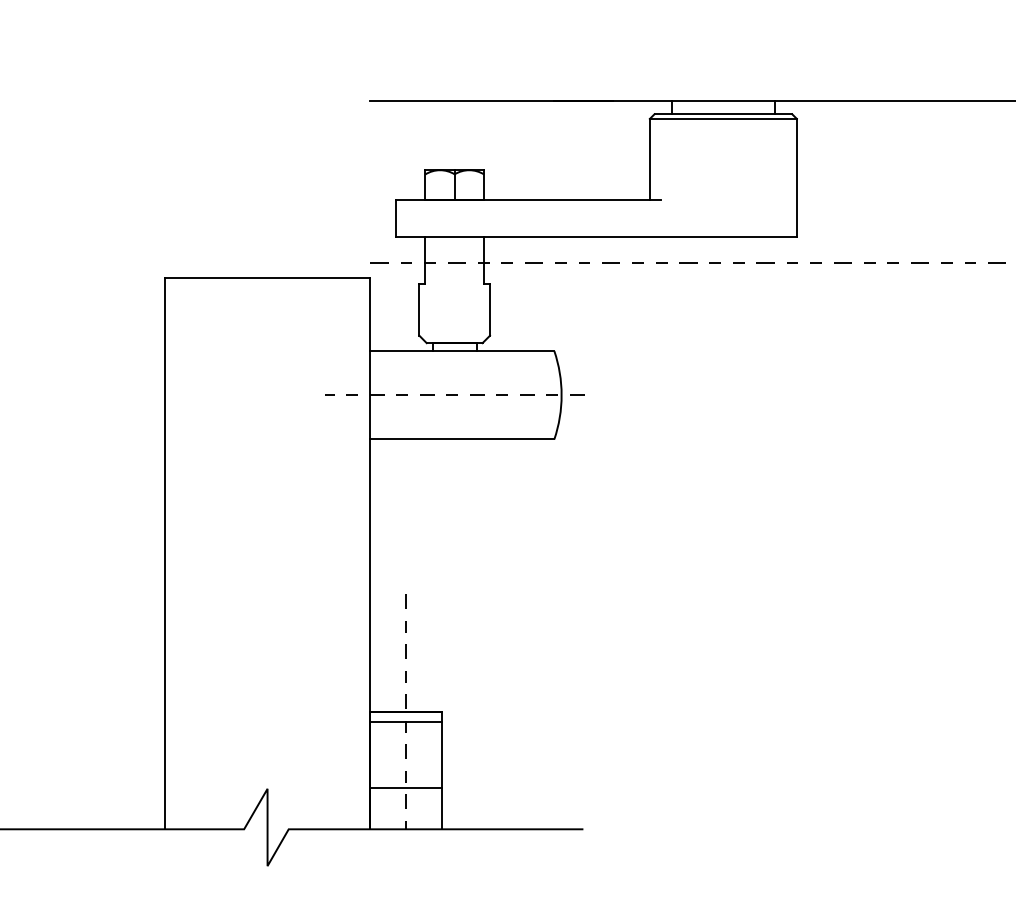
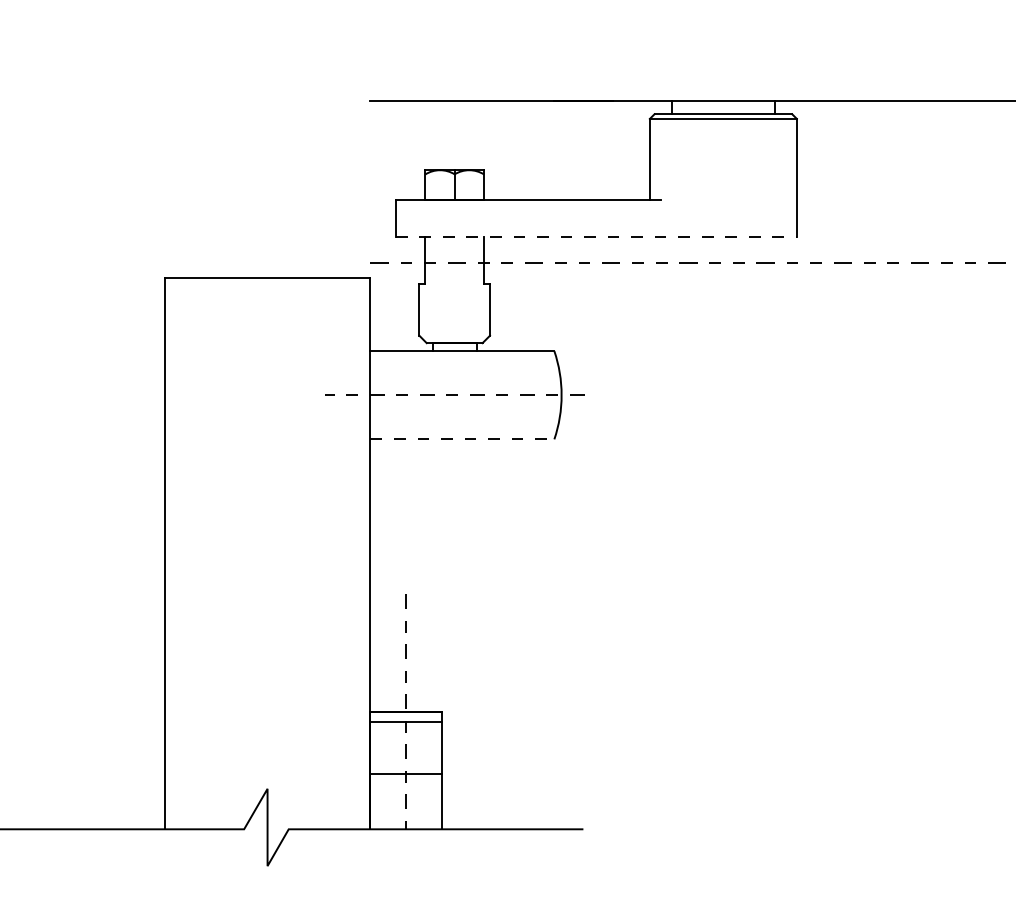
line at (596, 237): solid -> dashed
line at (462, 439): solid -> dashed
line at (405, 788) position: (405, 788) -> (405, 774)
